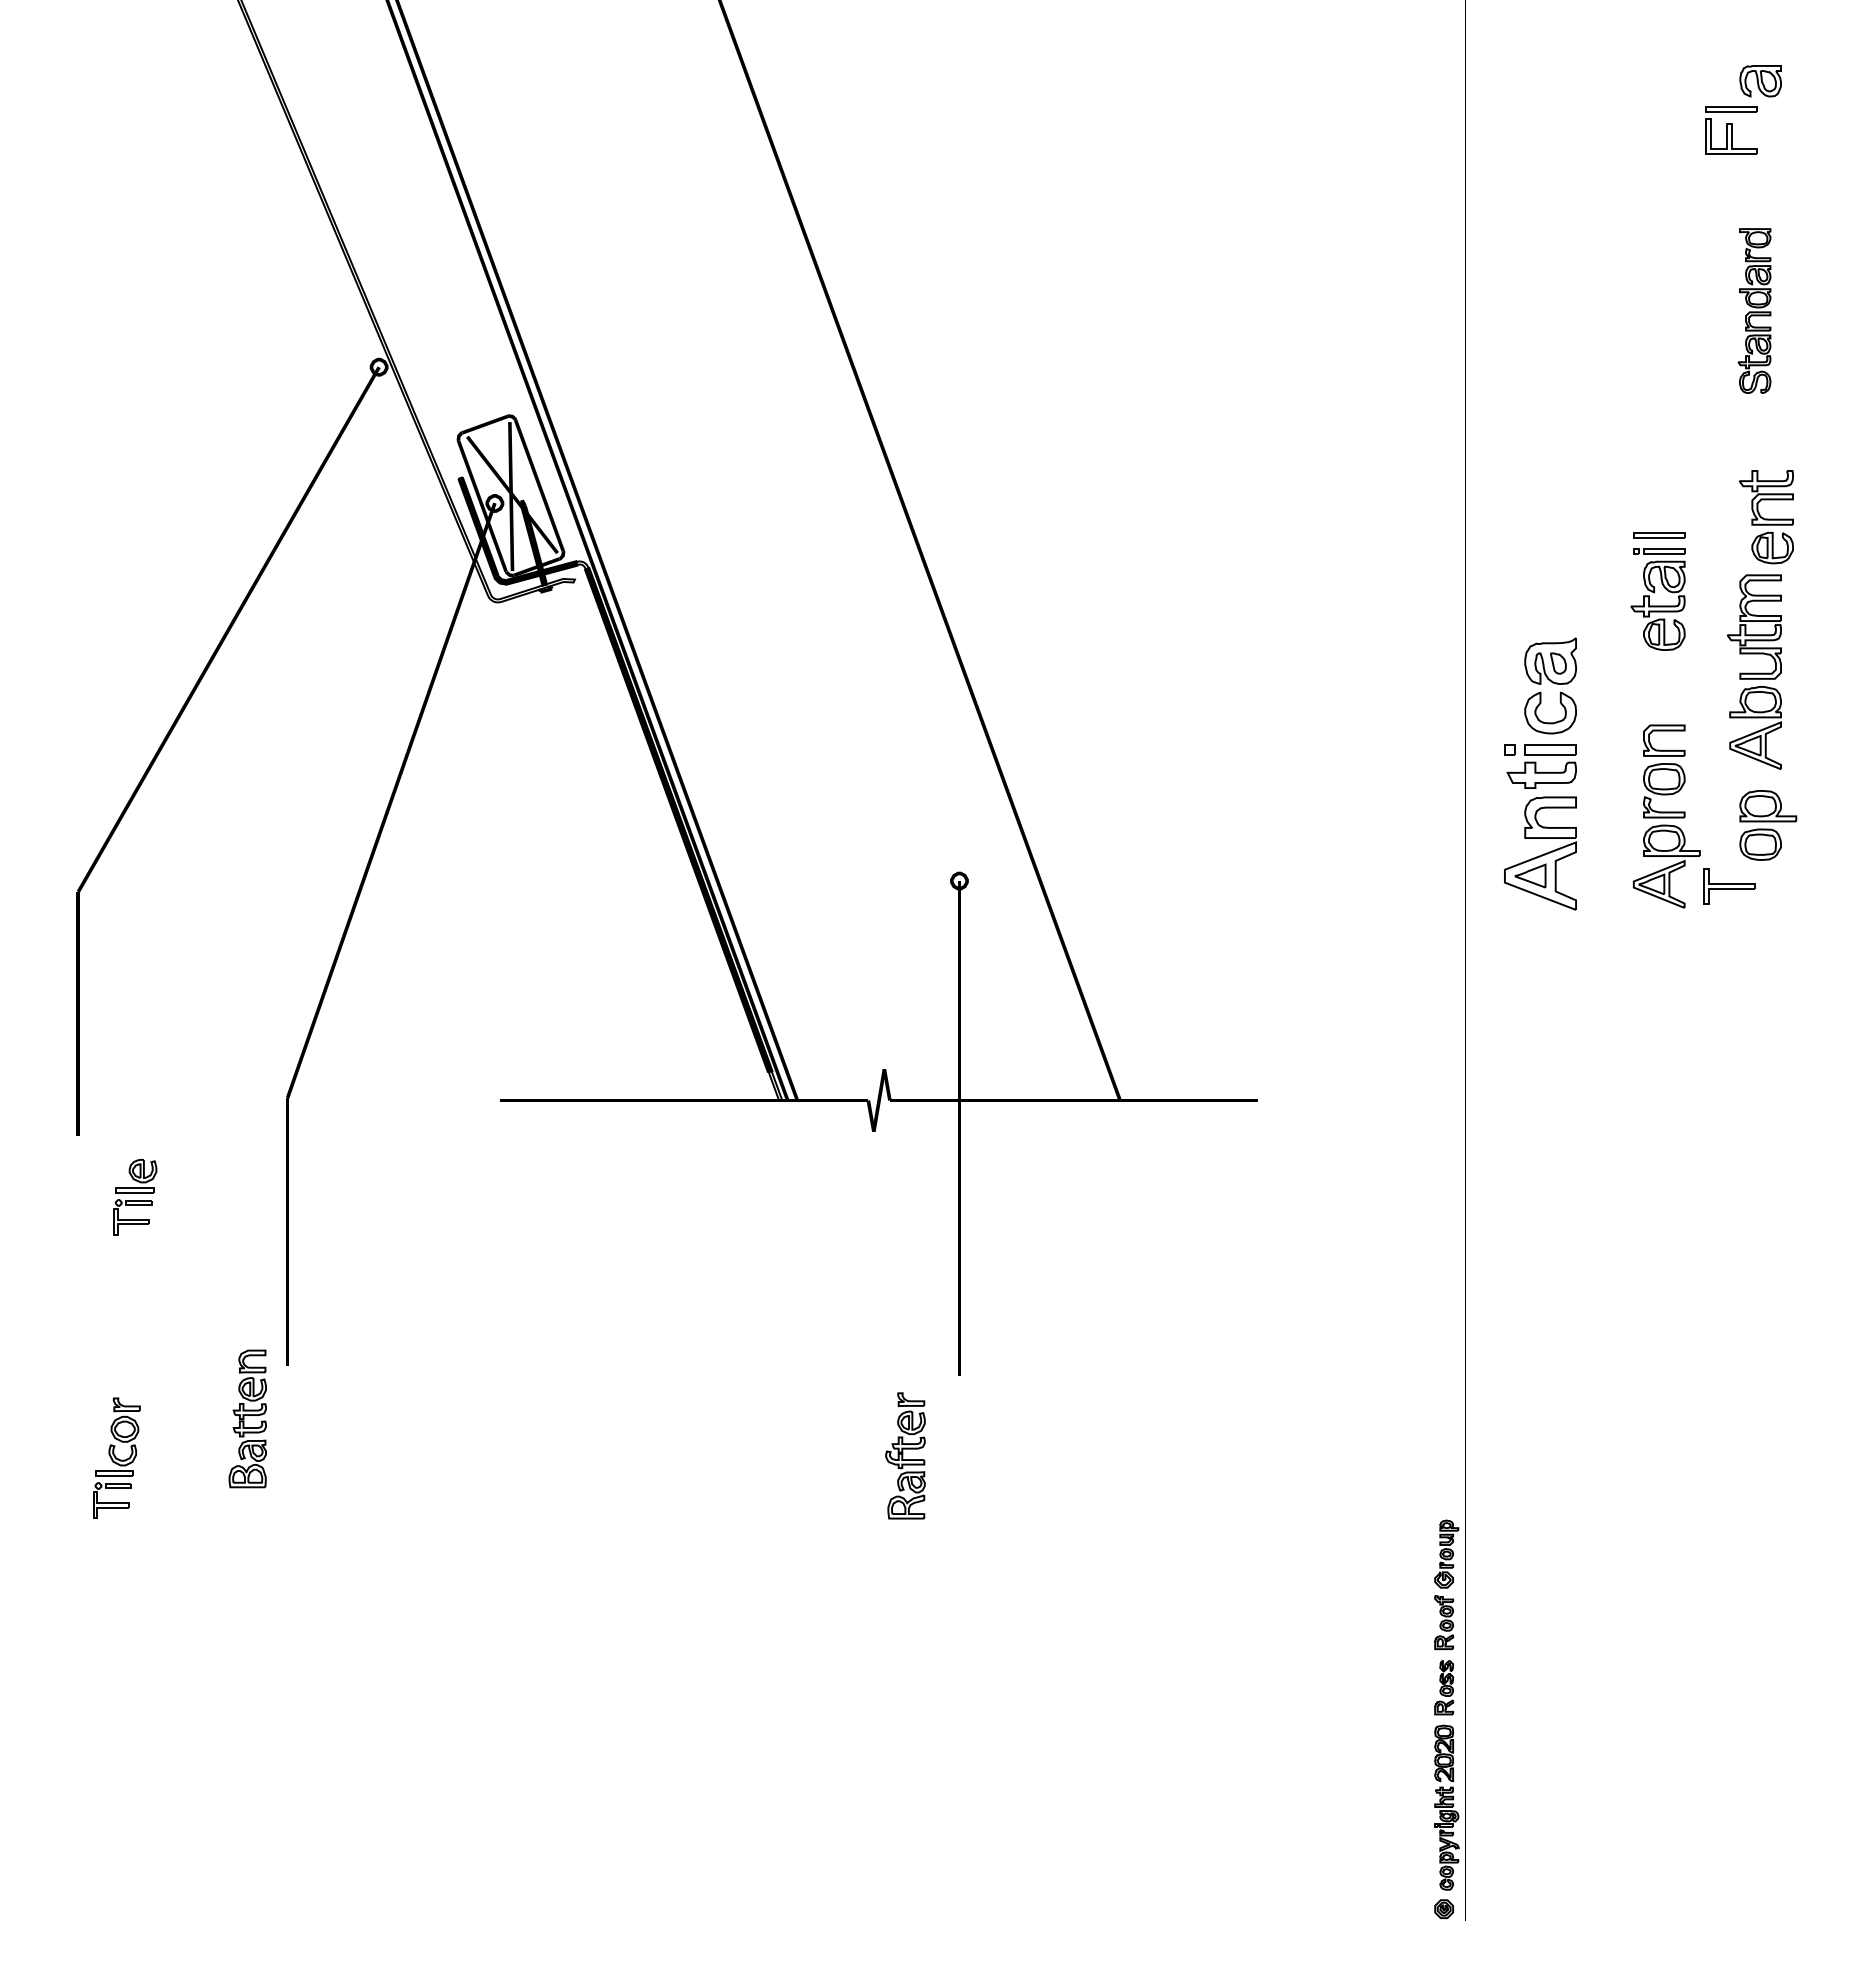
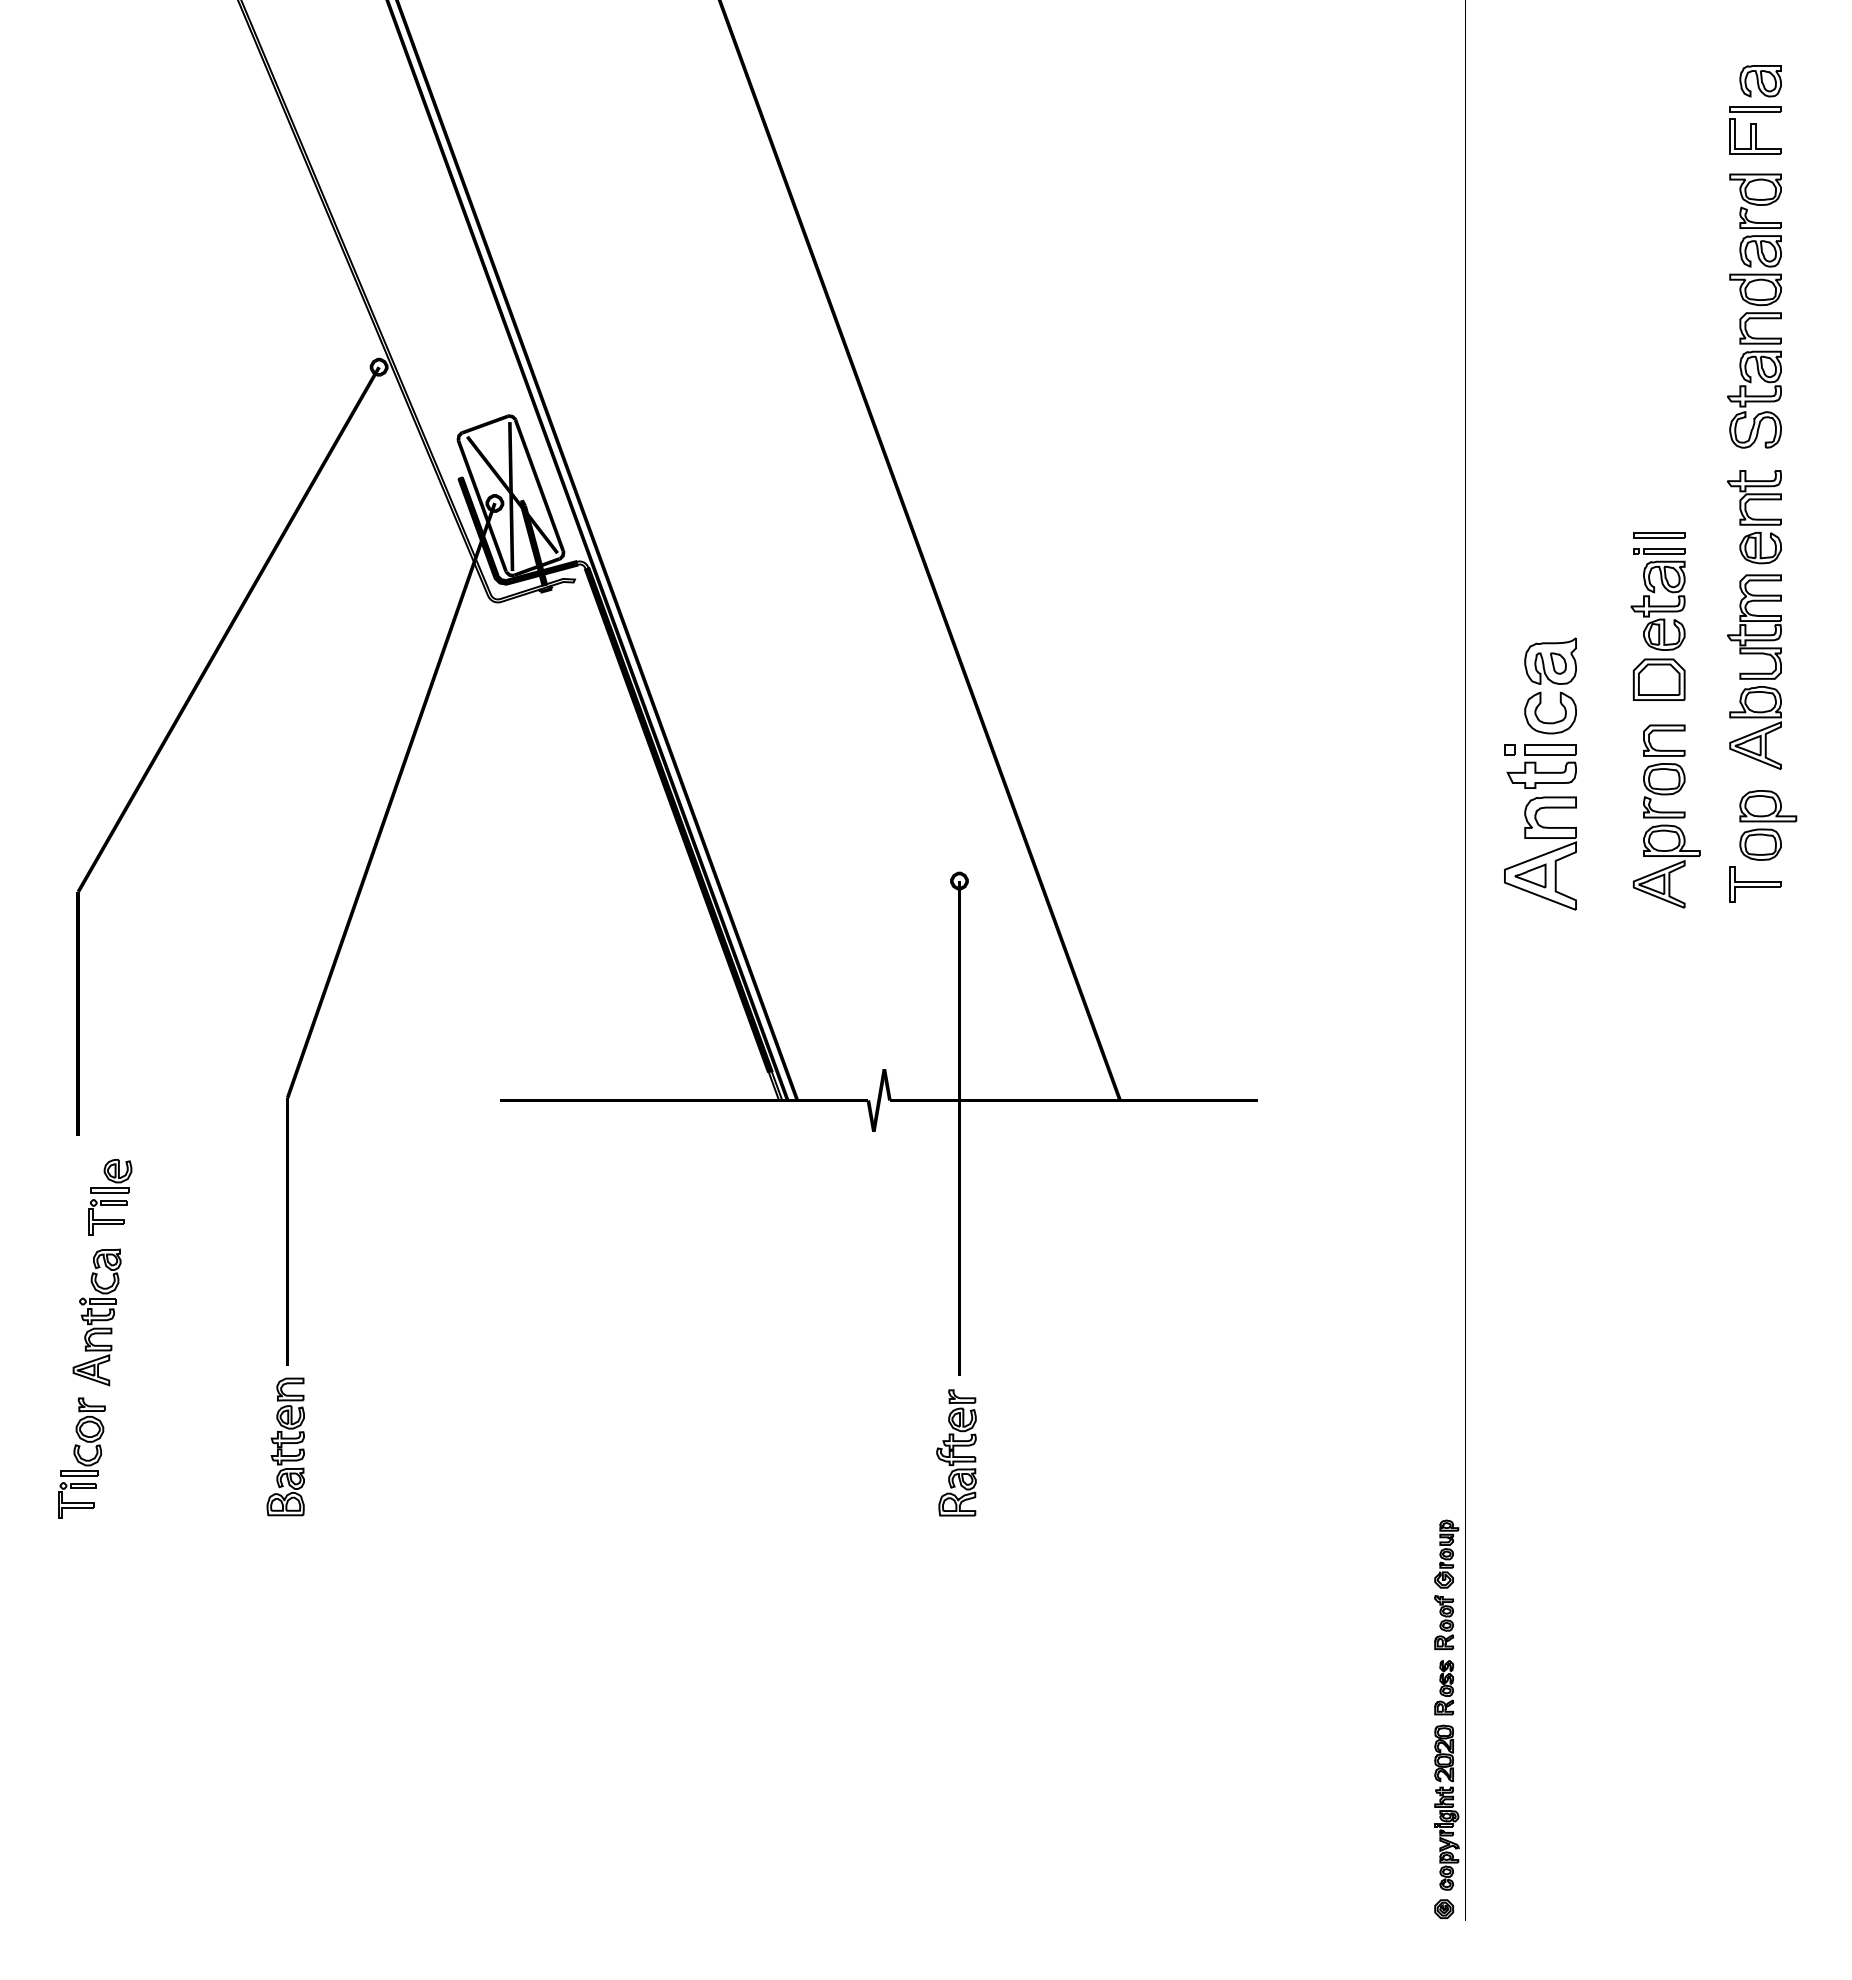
part at (1731, 130) position: (1731, 130) -> (1755, 130)
part at (1754, 310) size: 35x166 px -> 55x276 px
part at (1766, 517) position: (1766, 517) -> (1754, 517)
part at (1658, 679): none -> present
part at (1729, 886) position: (1729, 886) -> (1755, 884)
part at (135, 1197) position: (135, 1197) -> (110, 1197)
part at (96, 1317): none -> present
part at (247, 1418) position: (247, 1418) -> (285, 1446)
part at (905, 1455) position: (905, 1455) -> (956, 1452)
part at (116, 1457) position: (116, 1457) -> (81, 1457)
